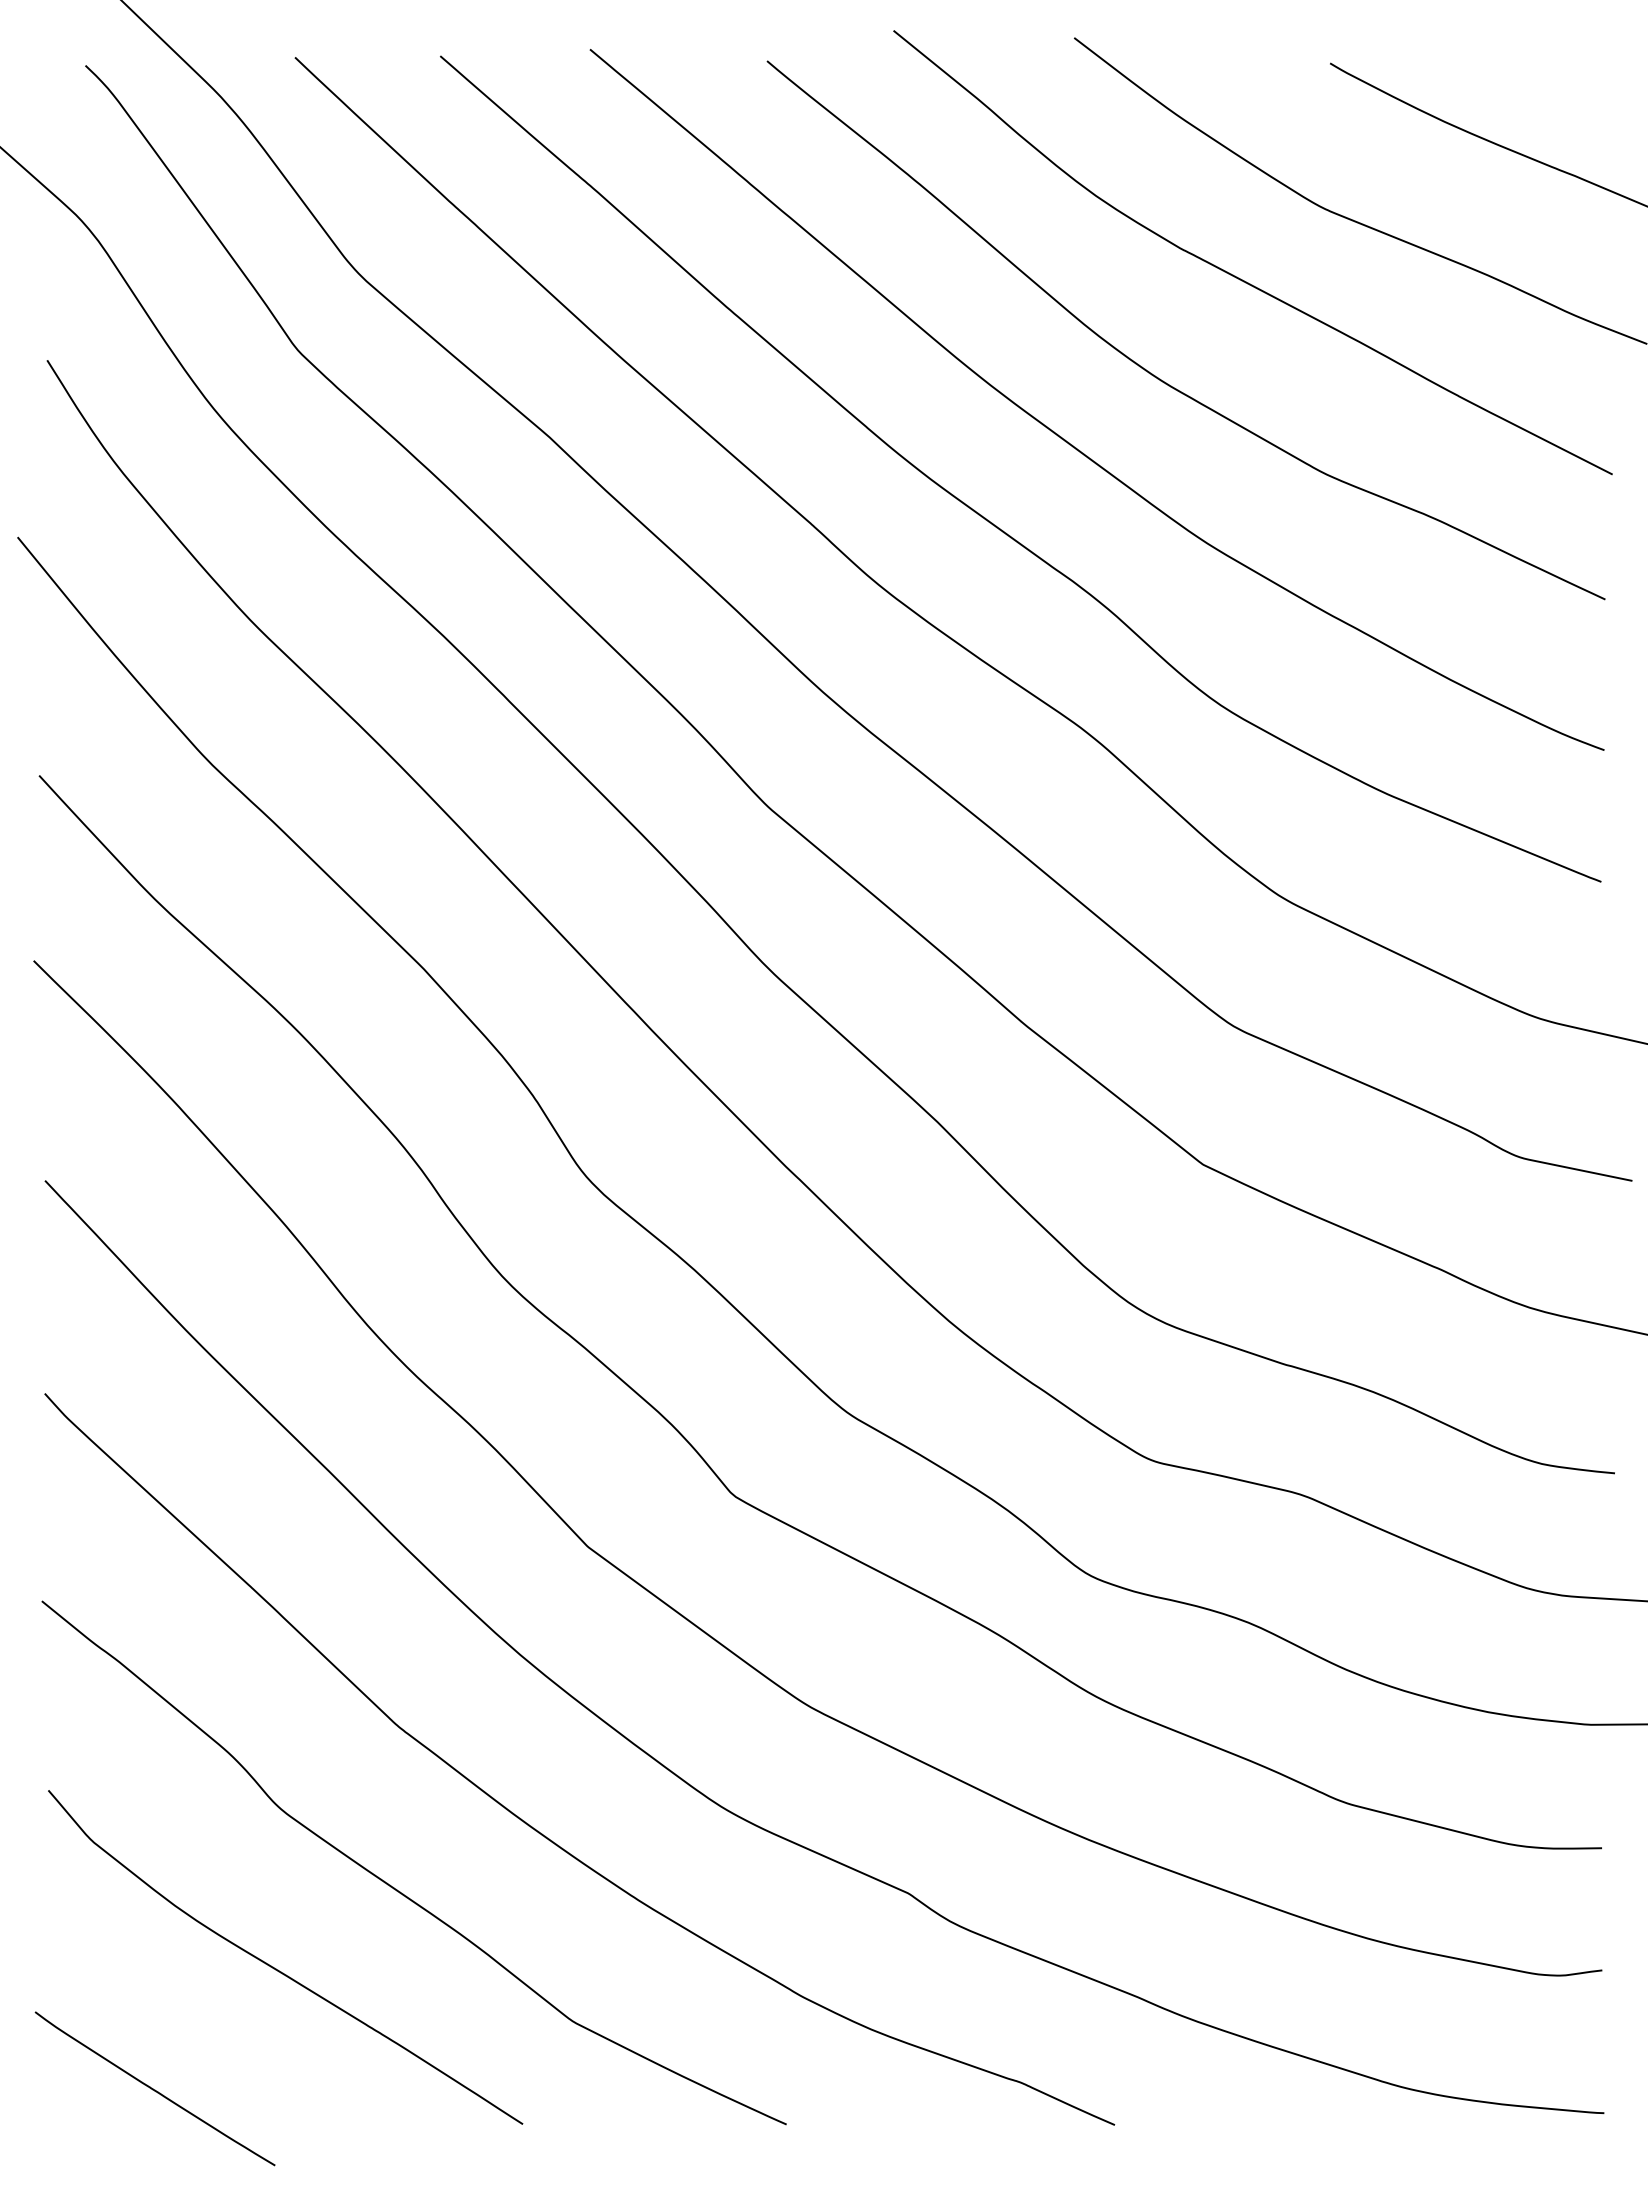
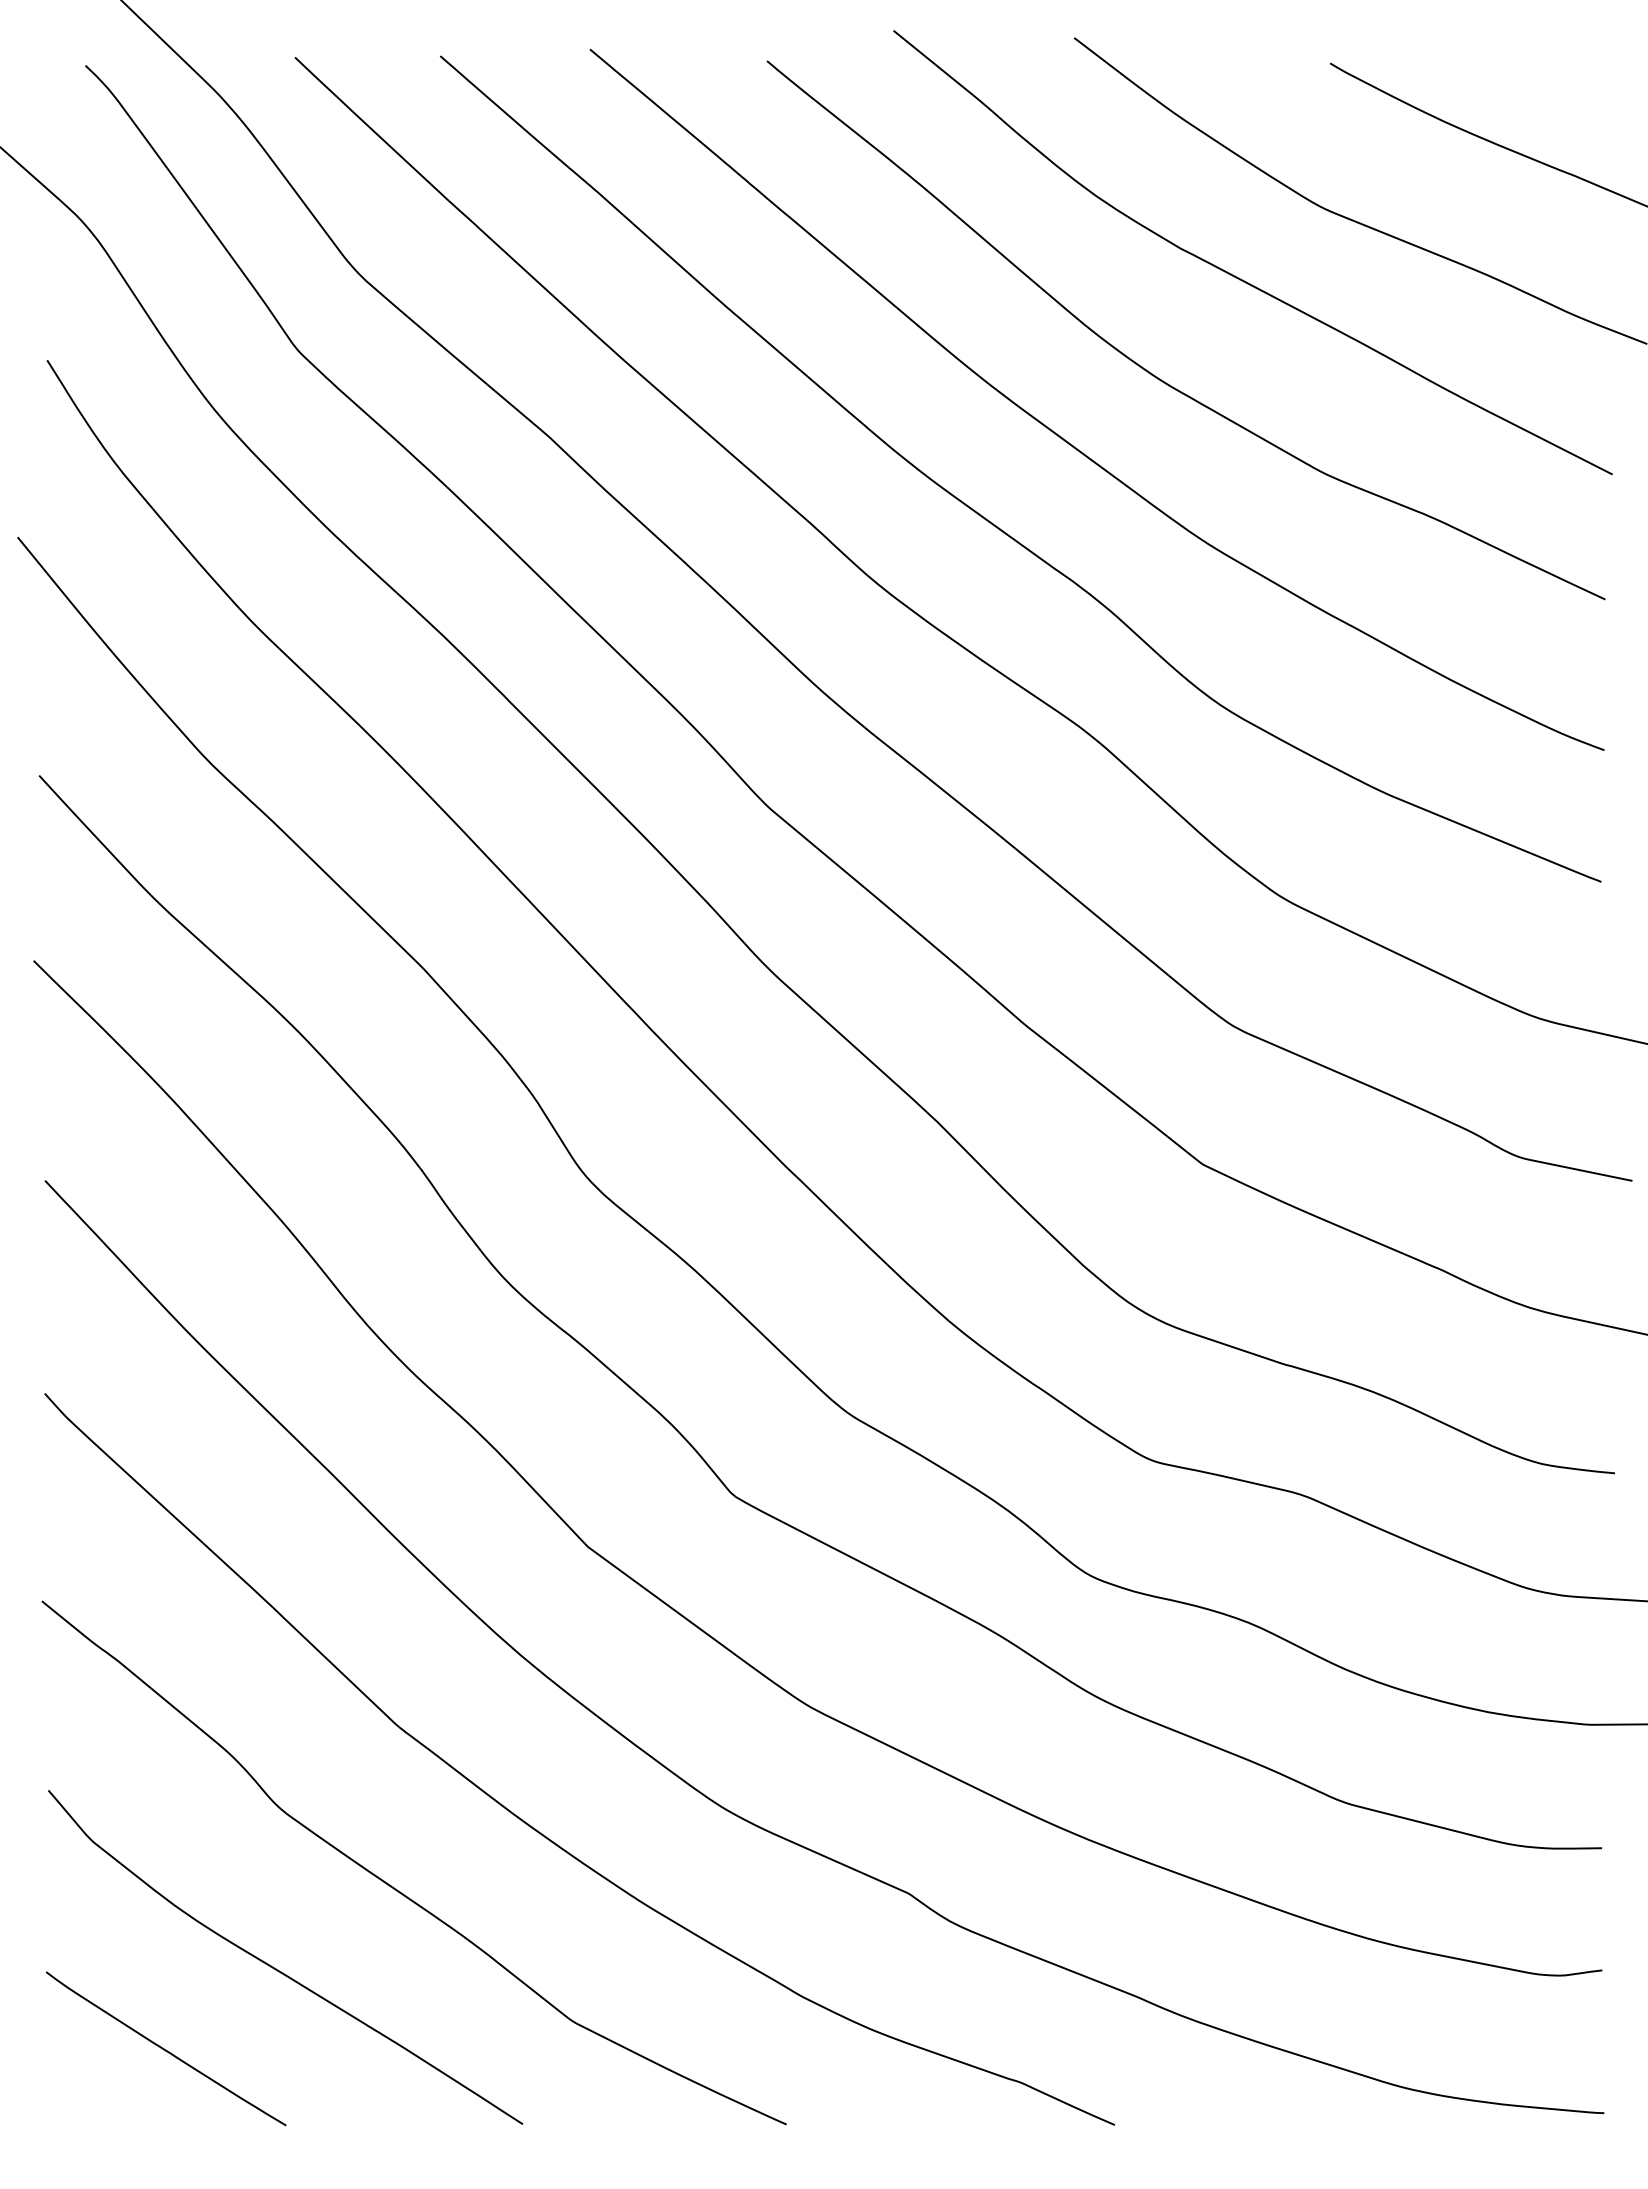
curve at (153, 2088) position: (153, 2088) -> (164, 2048)
